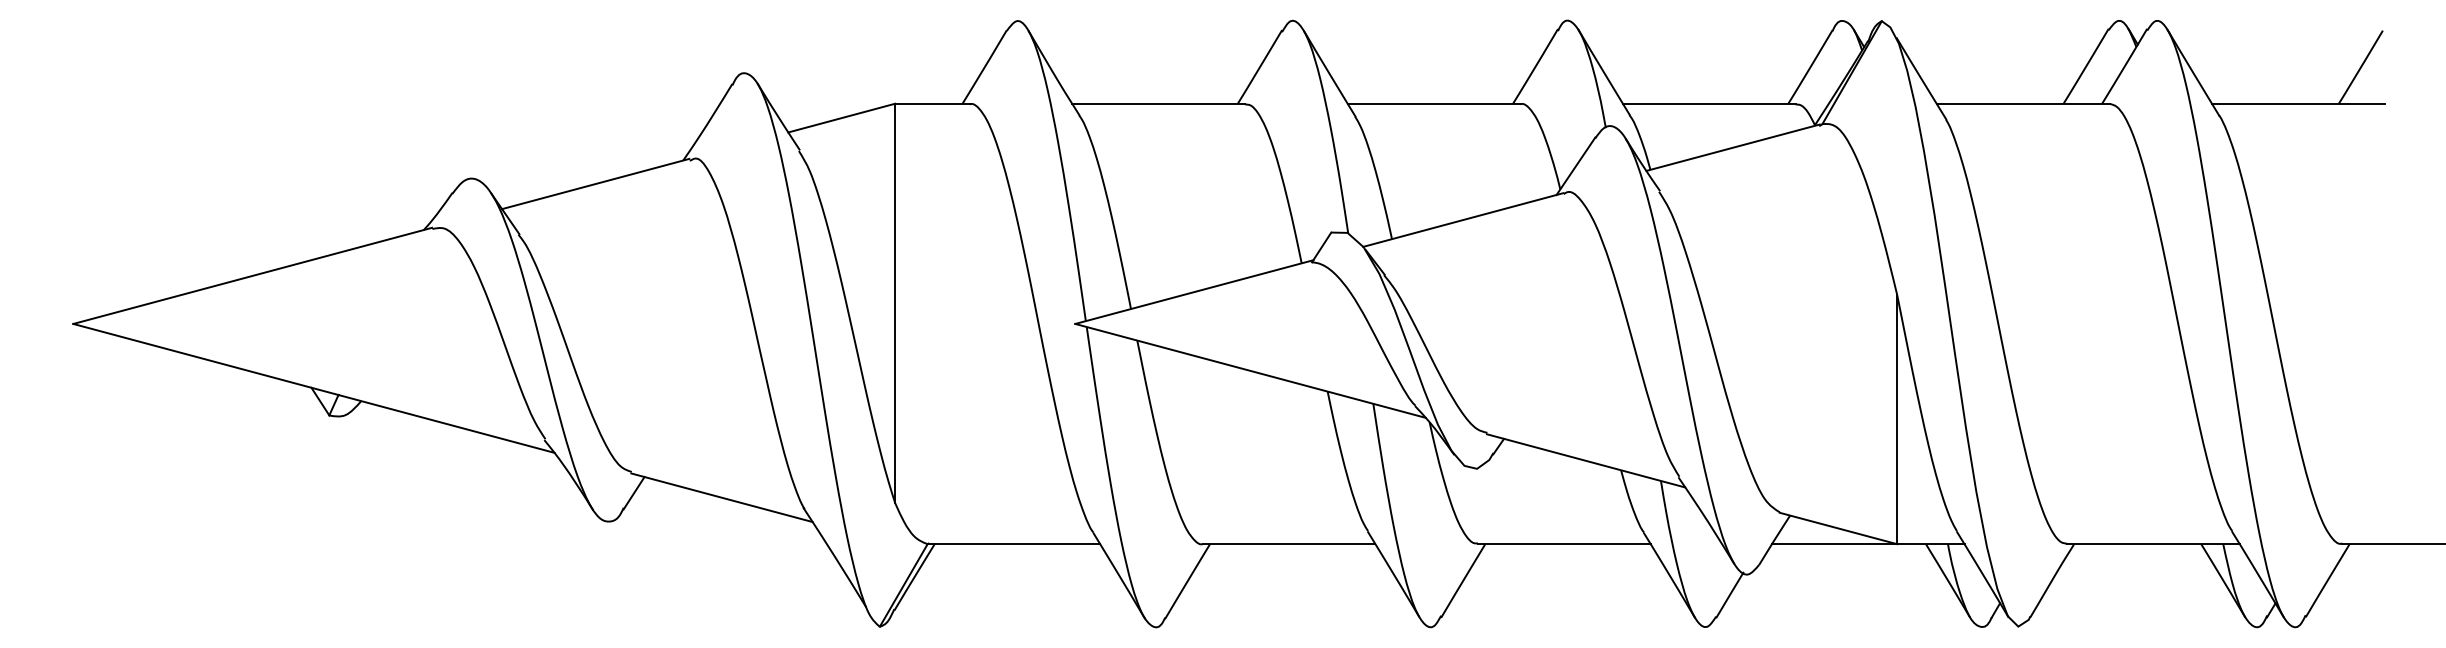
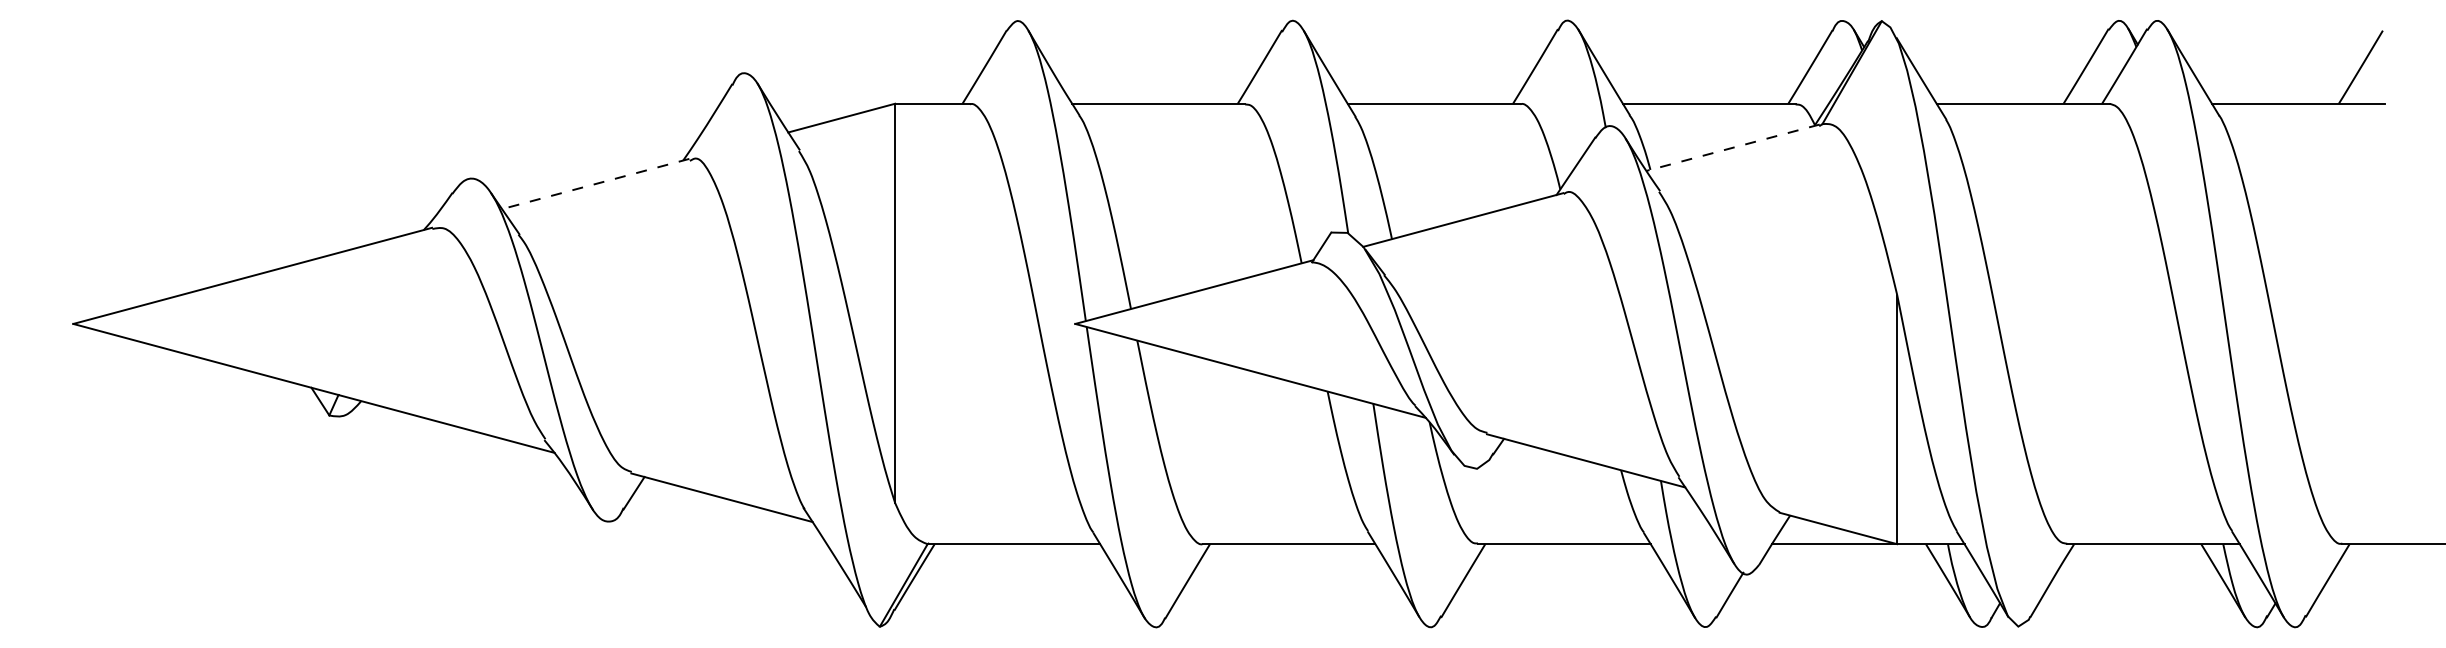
line at (1733, 147): solid -> dashed
line at (595, 184): solid -> dashed
